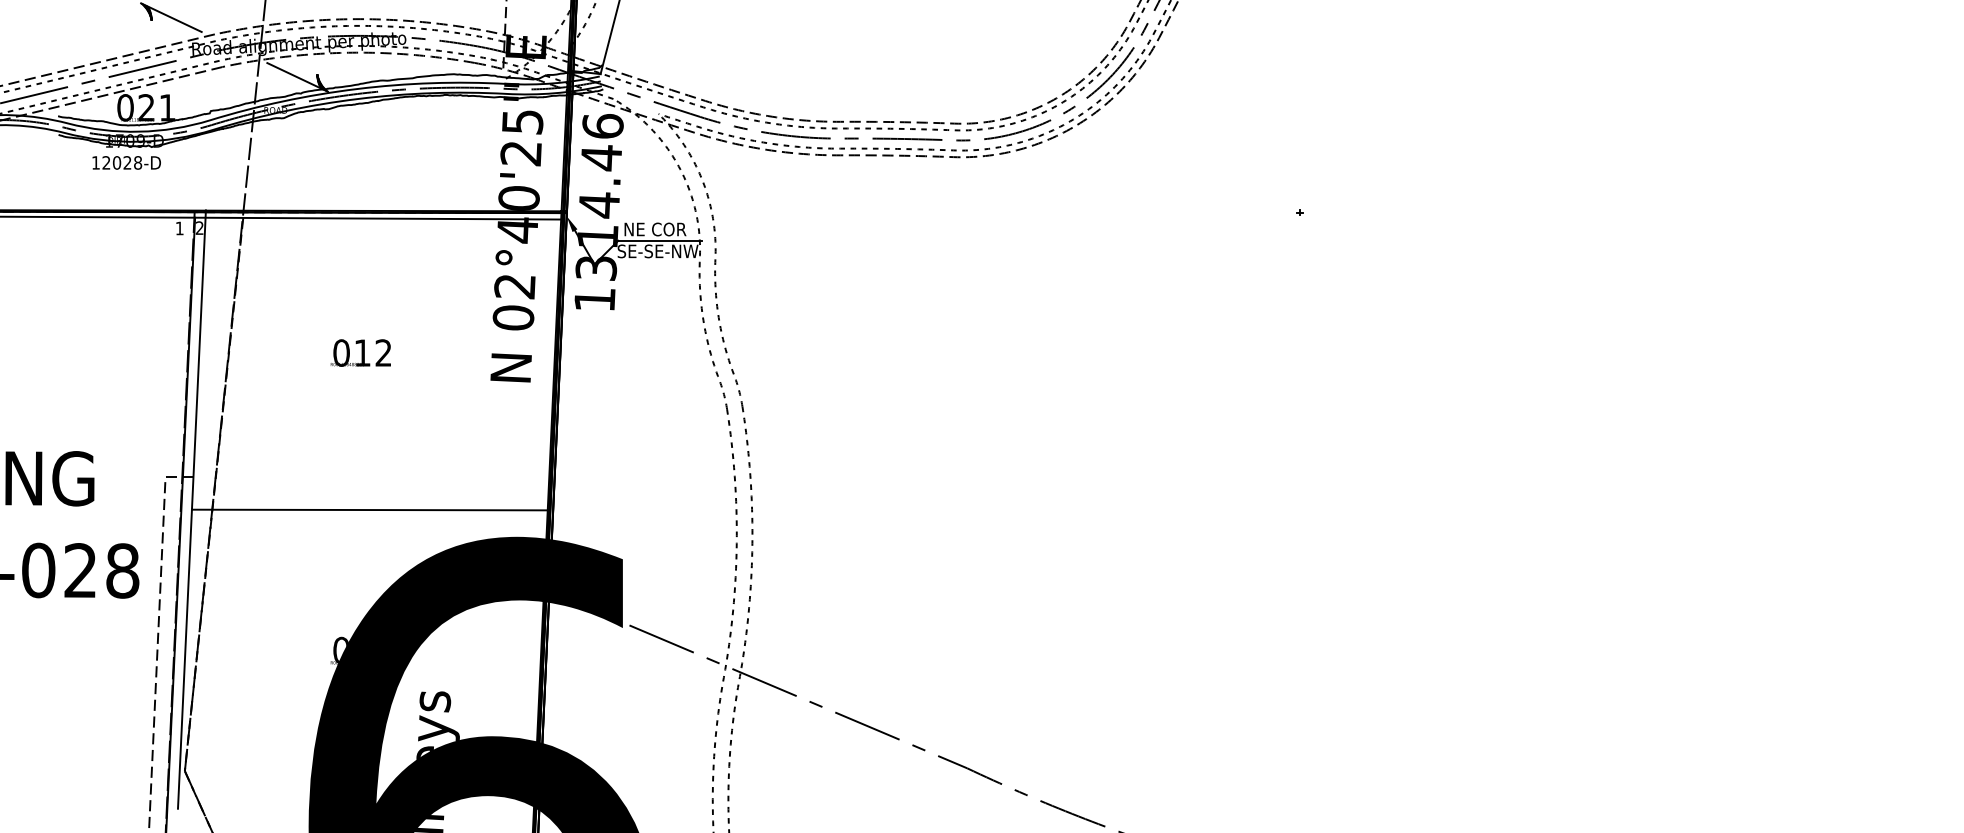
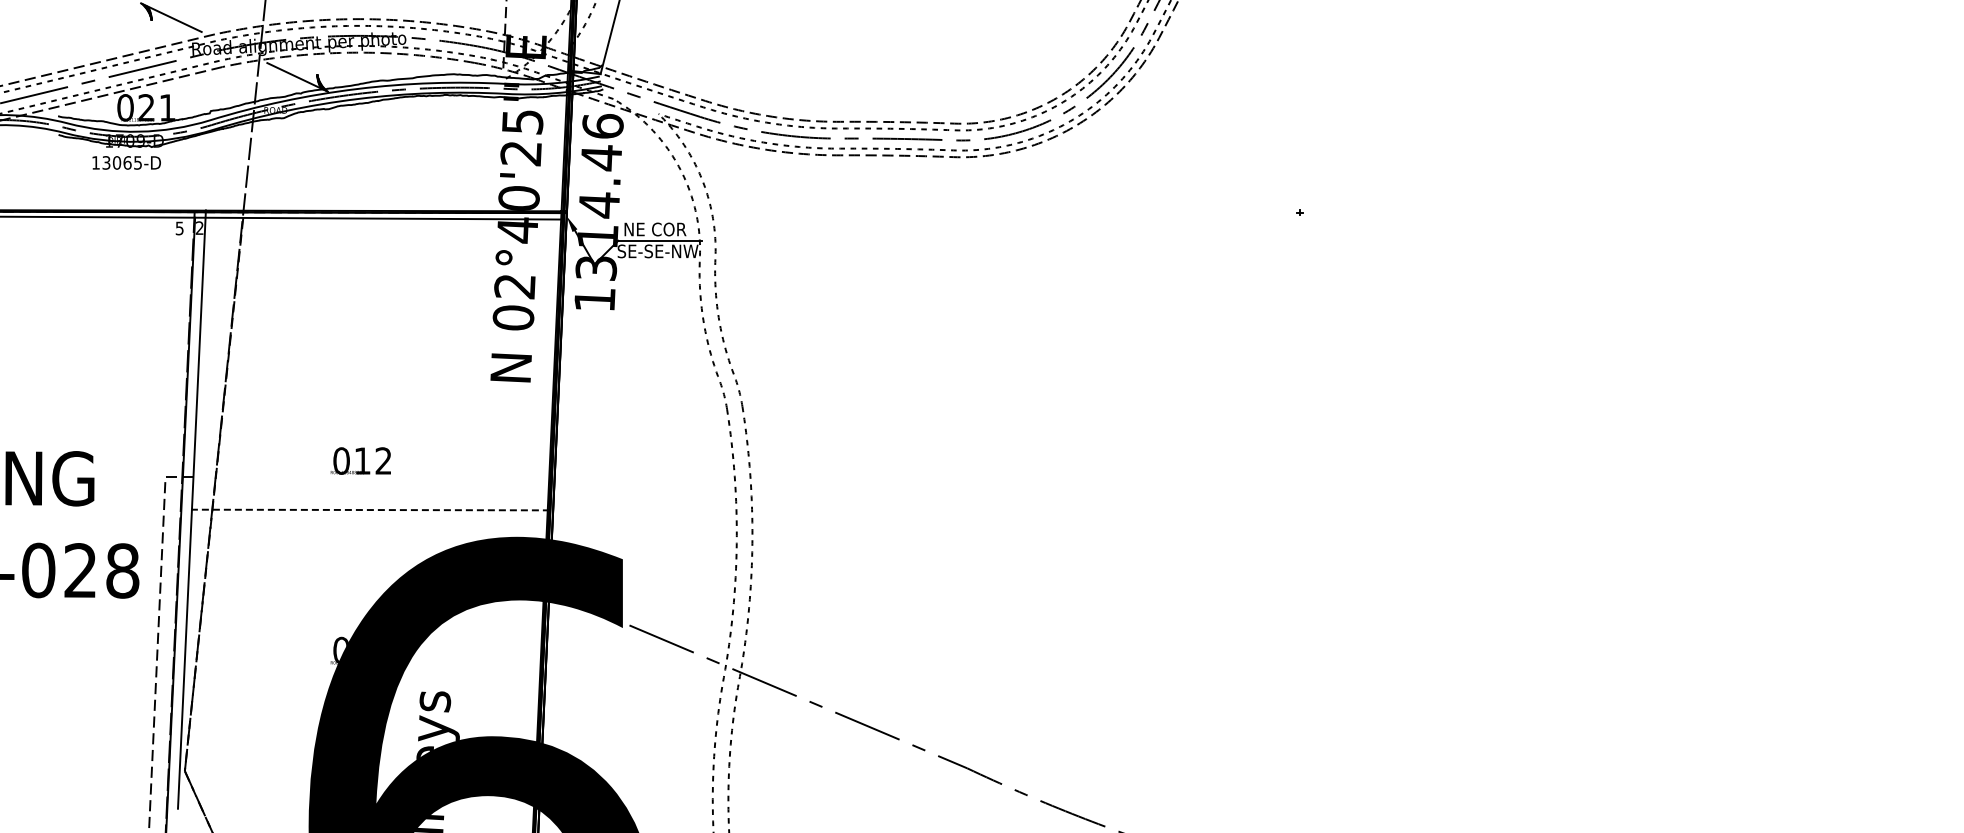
text at (122, 162): 12028-D -> 13065-D
text at (179, 228): 1 -> 5
text at (360, 352) position: (360, 352) -> (360, 460)
line at (370, 510): solid -> dashed
